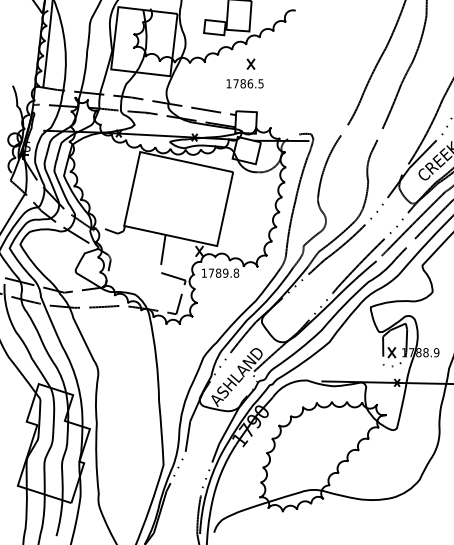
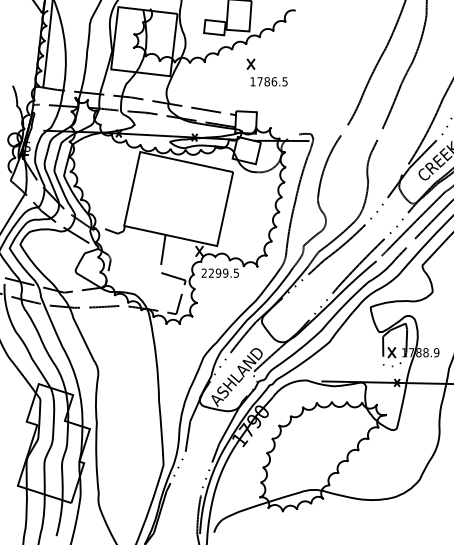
text at (244, 83) position: (244, 83) -> (268, 81)
text at (220, 272): 1789.8 -> 2299.5
